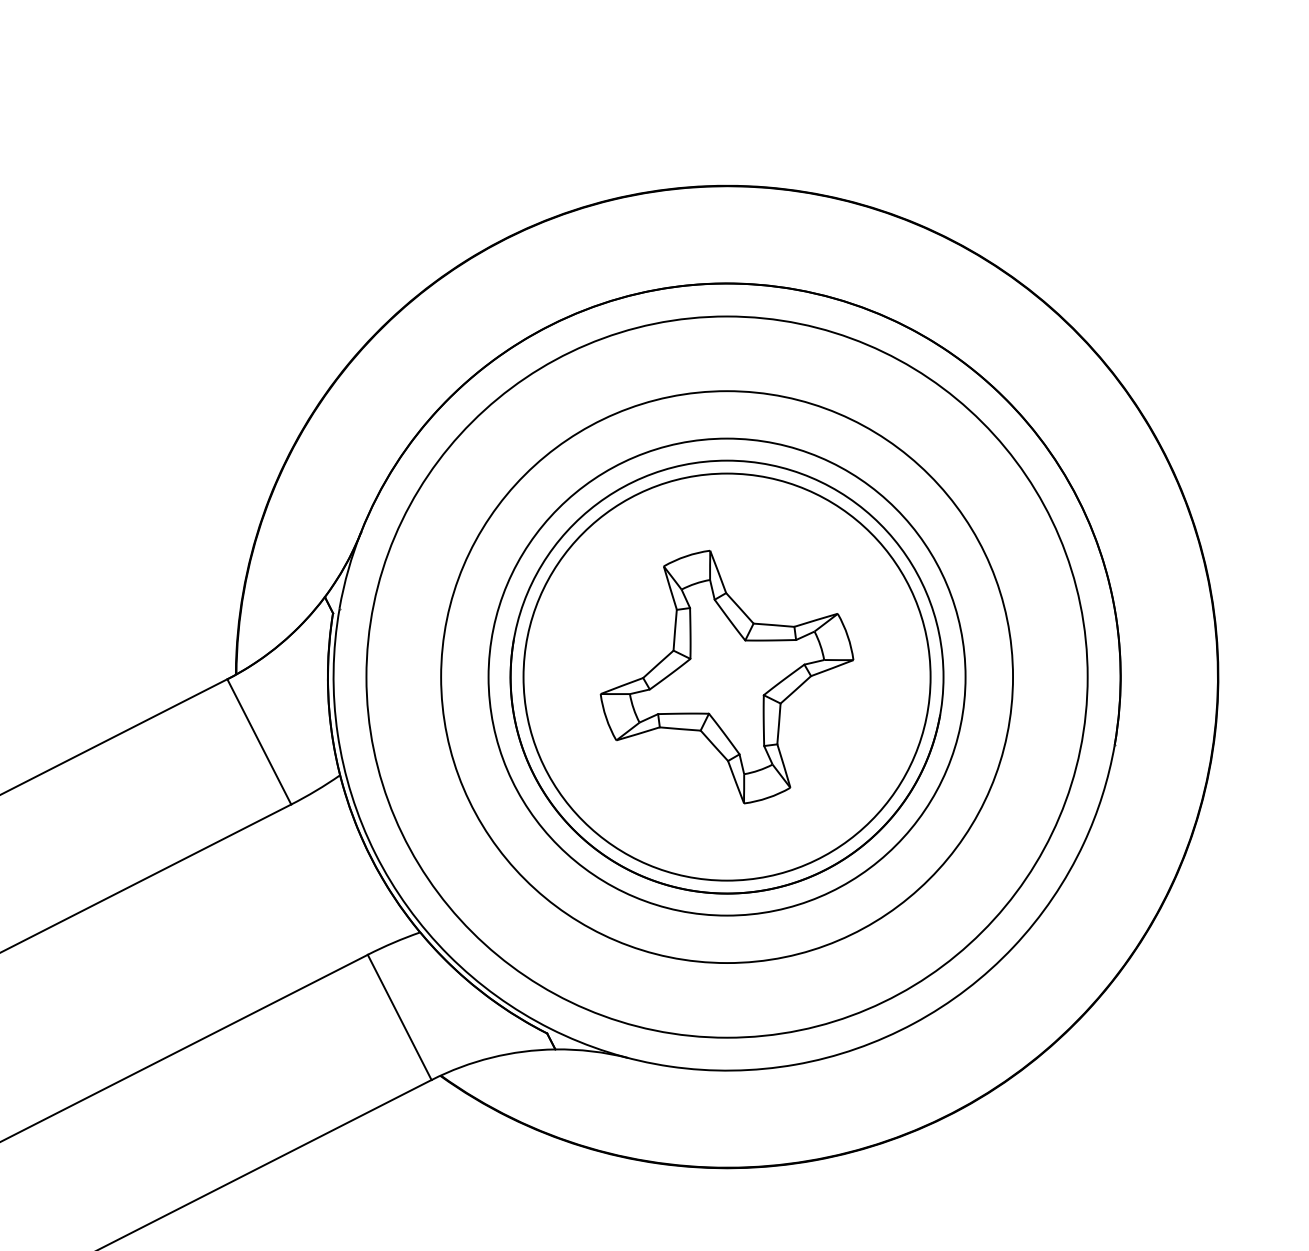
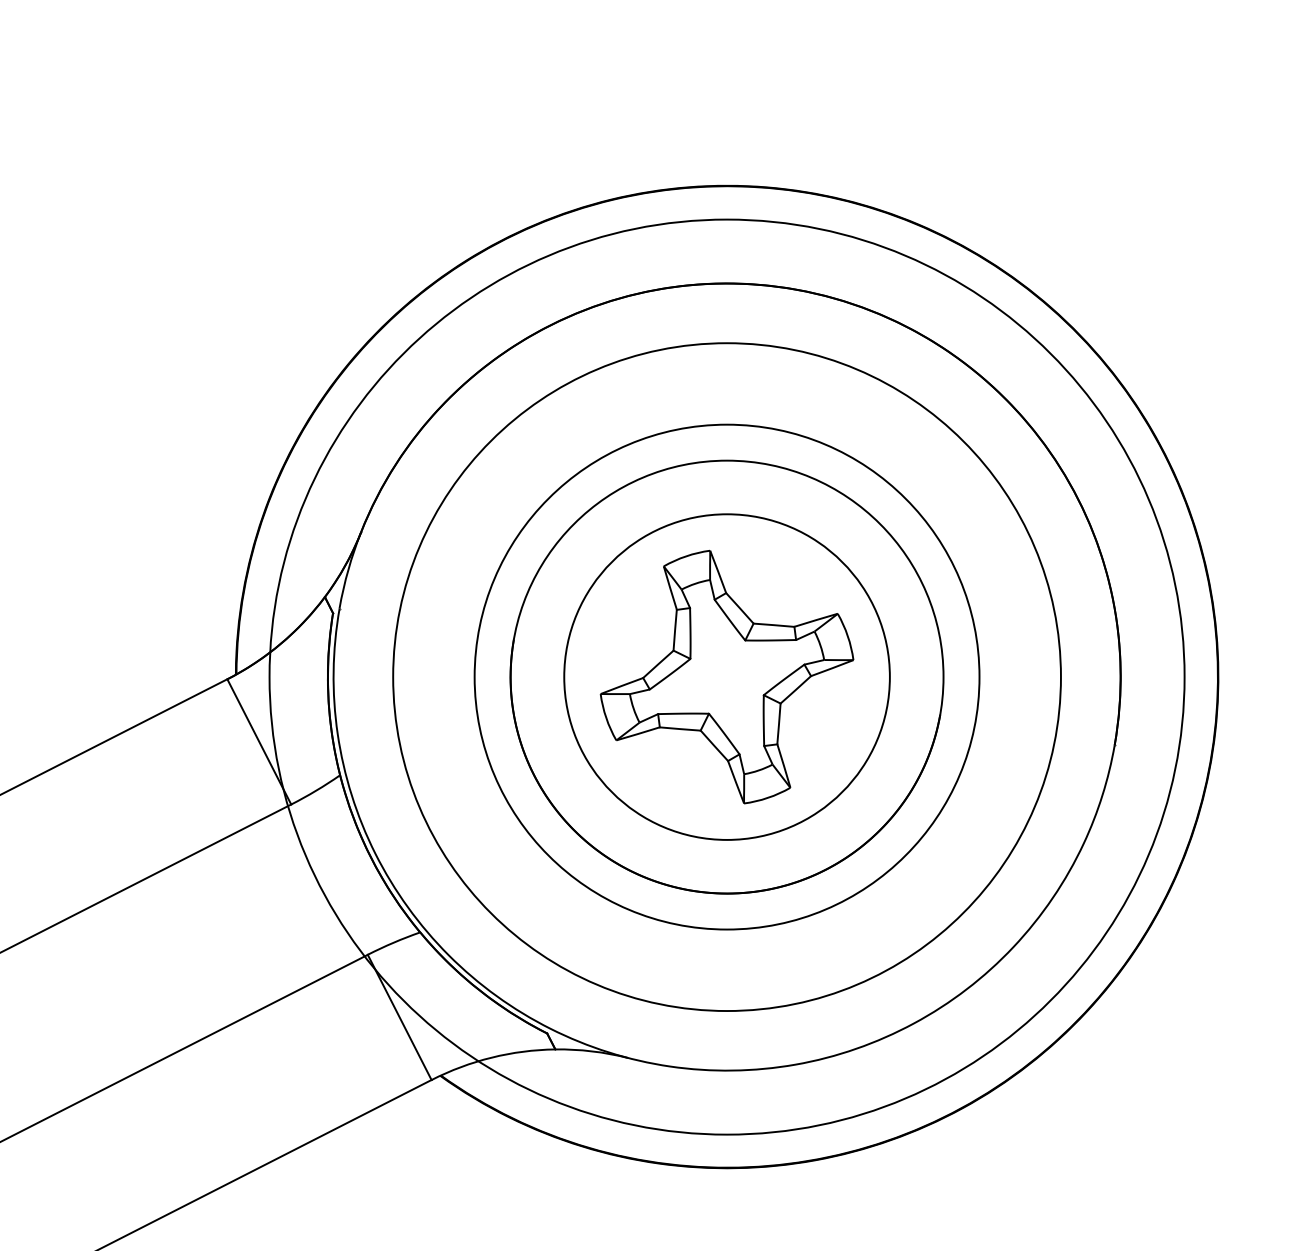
circle at (726, 676) diameter: 407 px -> 326 px
circle at (726, 676) diameter: 477 px -> 668 px
circle at (726, 676) diameter: 721 px -> 505 px
circle at (727, 677) diameter: 572 px -> 915 px
